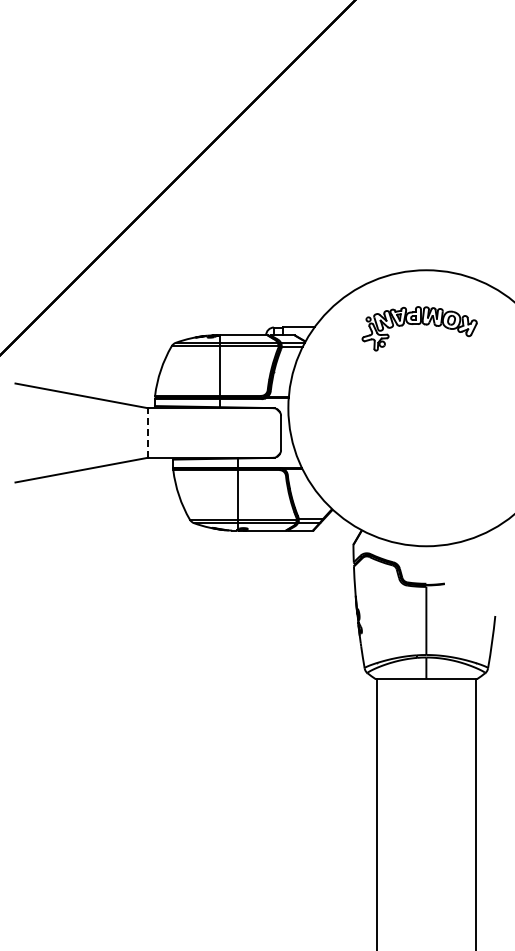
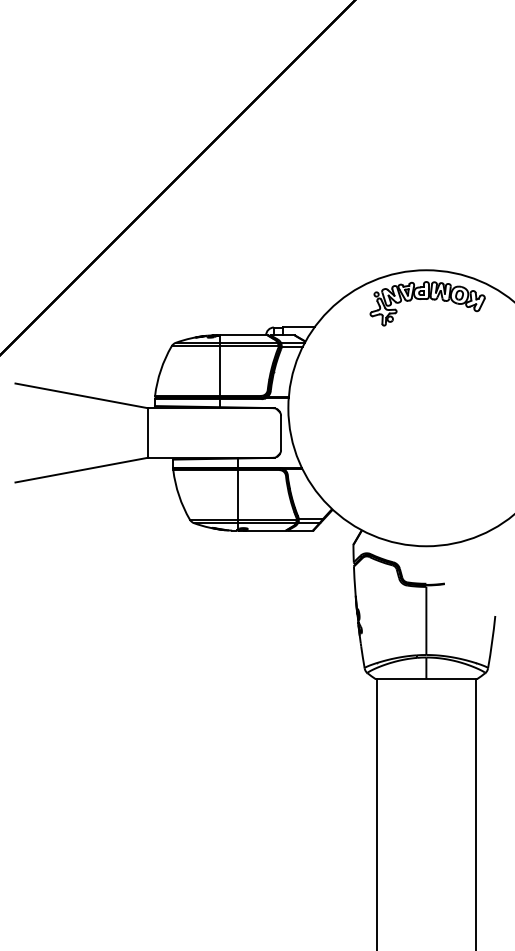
part at (419, 328) position: (419, 328) -> (427, 303)
line at (148, 433): dashed -> solid
